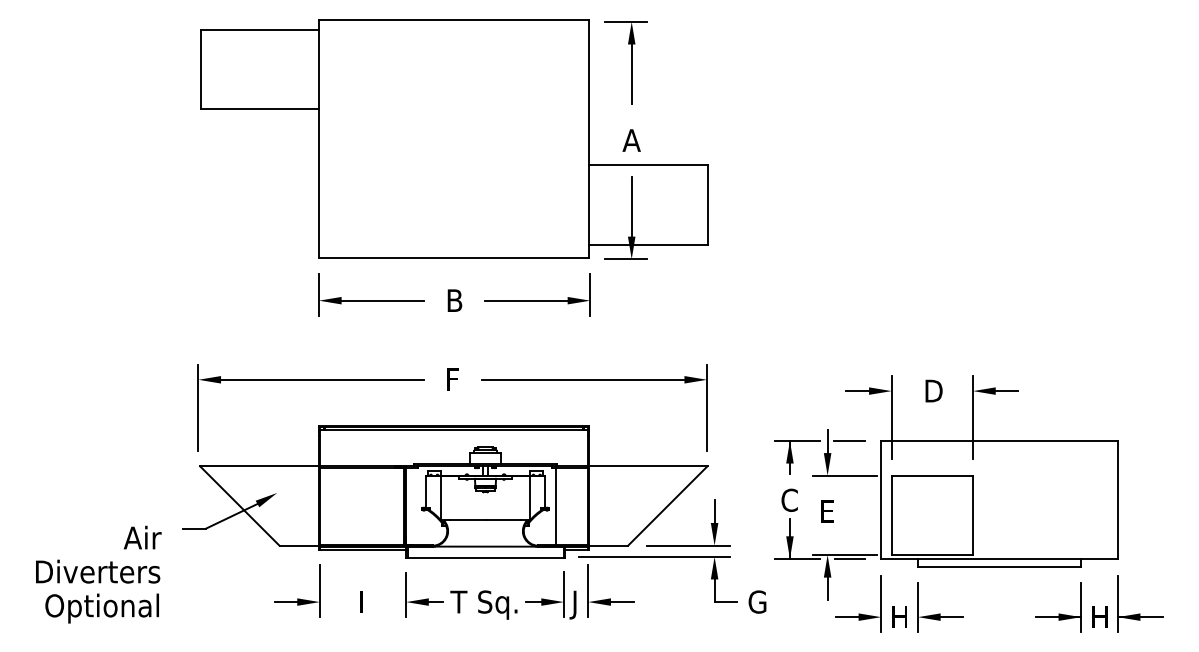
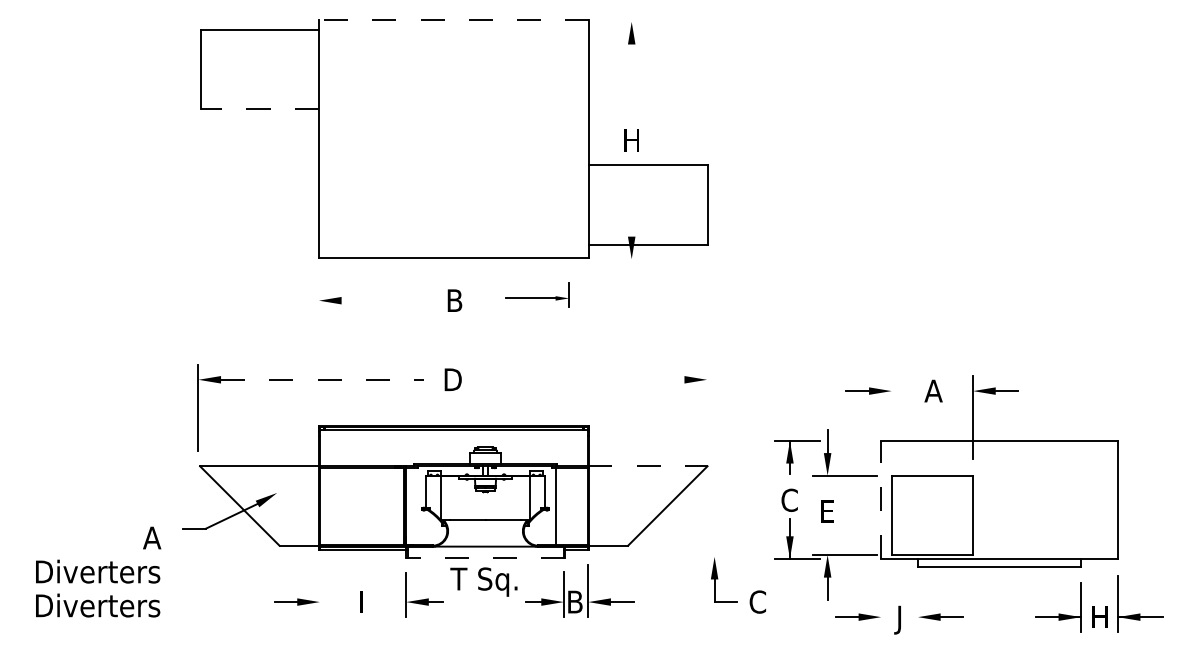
line at (453, 19): solid -> dashed
line at (625, 21): present -> none
line at (631, 73): present -> none
line at (259, 109): solid -> dashed
text at (631, 140): A -> H
line at (631, 206): present -> none
line at (625, 259): present -> none
line at (319, 294): present -> none
part at (537, 294) size: 107x44 px -> 65x26 px
line at (382, 300): present -> none
line at (322, 379): solid -> dashed
text at (452, 379): F -> D
line at (582, 379): present -> none
text at (933, 390): D -> A
line at (707, 407): present -> none
line at (891, 417): present -> none
line at (849, 440): present -> none
line at (647, 466): solid -> dashed
line at (881, 499): solid -> dashed
text at (142, 537): Air -> A
part at (688, 545): present -> none
line at (653, 556): present -> none
line at (485, 557): solid -> dashed
line at (849, 558): present -> none
line at (319, 590): present -> none
text at (757, 601): G -> C
line at (881, 603): present -> none
text at (483, 604) position: (483, 604) -> (483, 581)
text at (575, 604): J -> B
line at (918, 607): present -> none
text at (98, 608): Optional -> Diverters
text at (899, 619): H -> J
